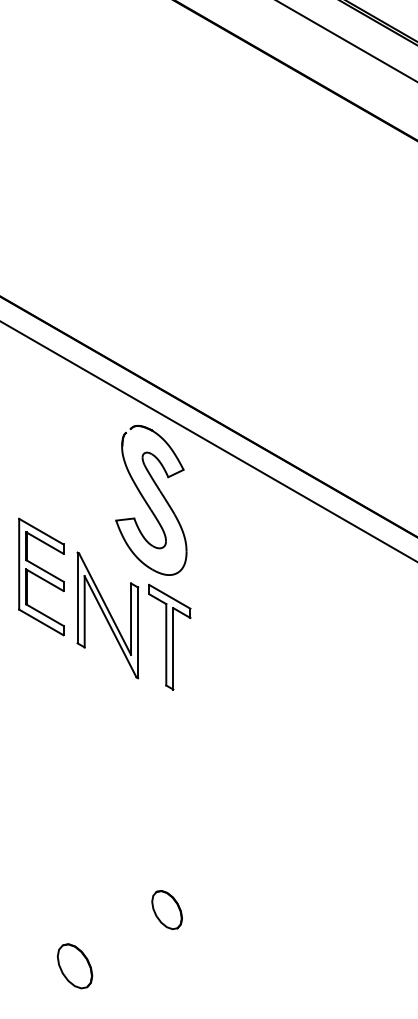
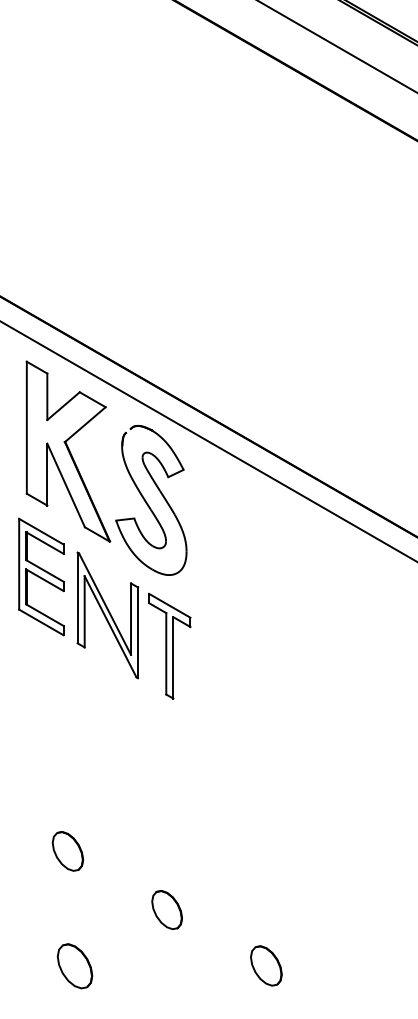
line at (346, 41) position: (346, 41) -> (337, 46)
part at (68, 451): none -> present
part at (169, 636) position: (169, 636) -> (169, 645)
part at (67, 851): none -> present
part at (266, 965): none -> present
